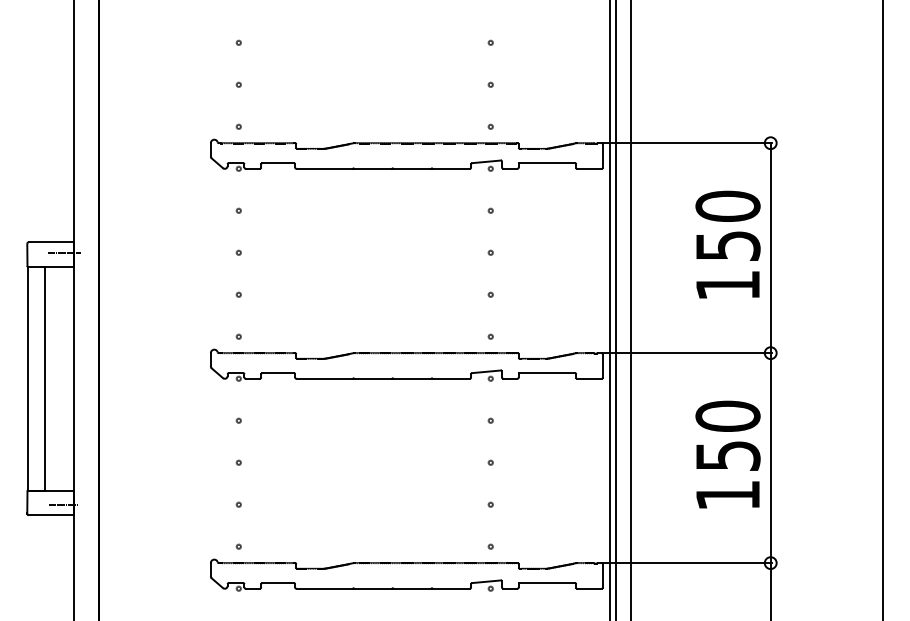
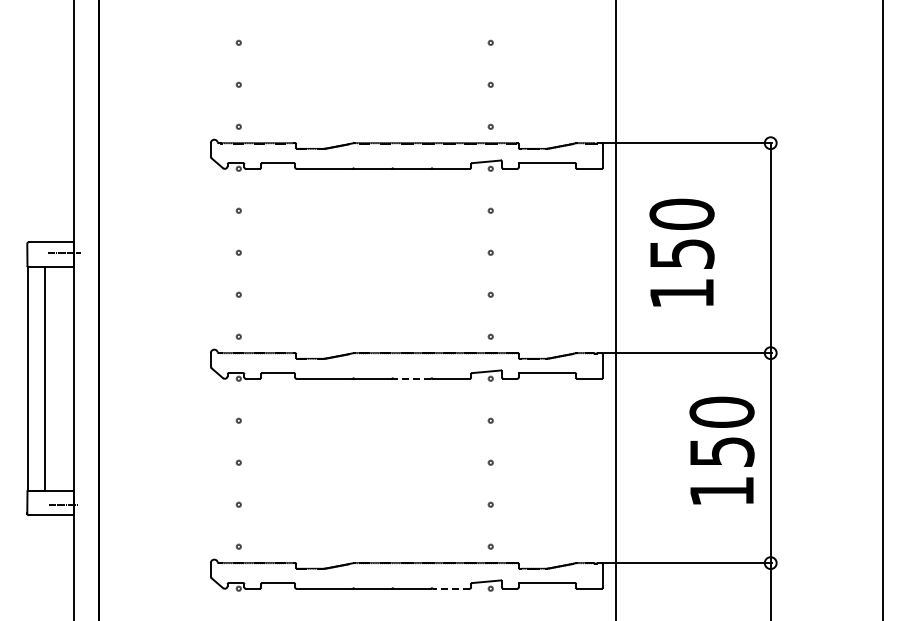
text at (727, 244) position: (727, 244) -> (681, 252)
line at (610, 309): present -> none
line at (630, 309): present -> none
line at (412, 378): solid -> dashed
text at (727, 454) position: (727, 454) -> (721, 450)
line at (450, 588): solid -> dashed
